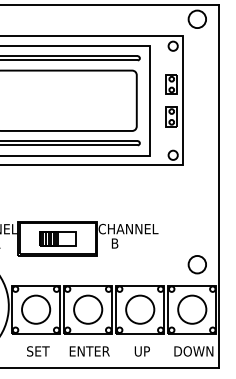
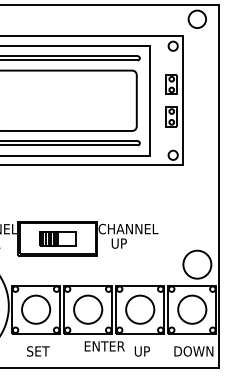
text at (118, 243): B -> UP
circle at (197, 264) diameter: 17 px -> 28 px
text at (89, 351) position: (89, 351) -> (104, 346)
